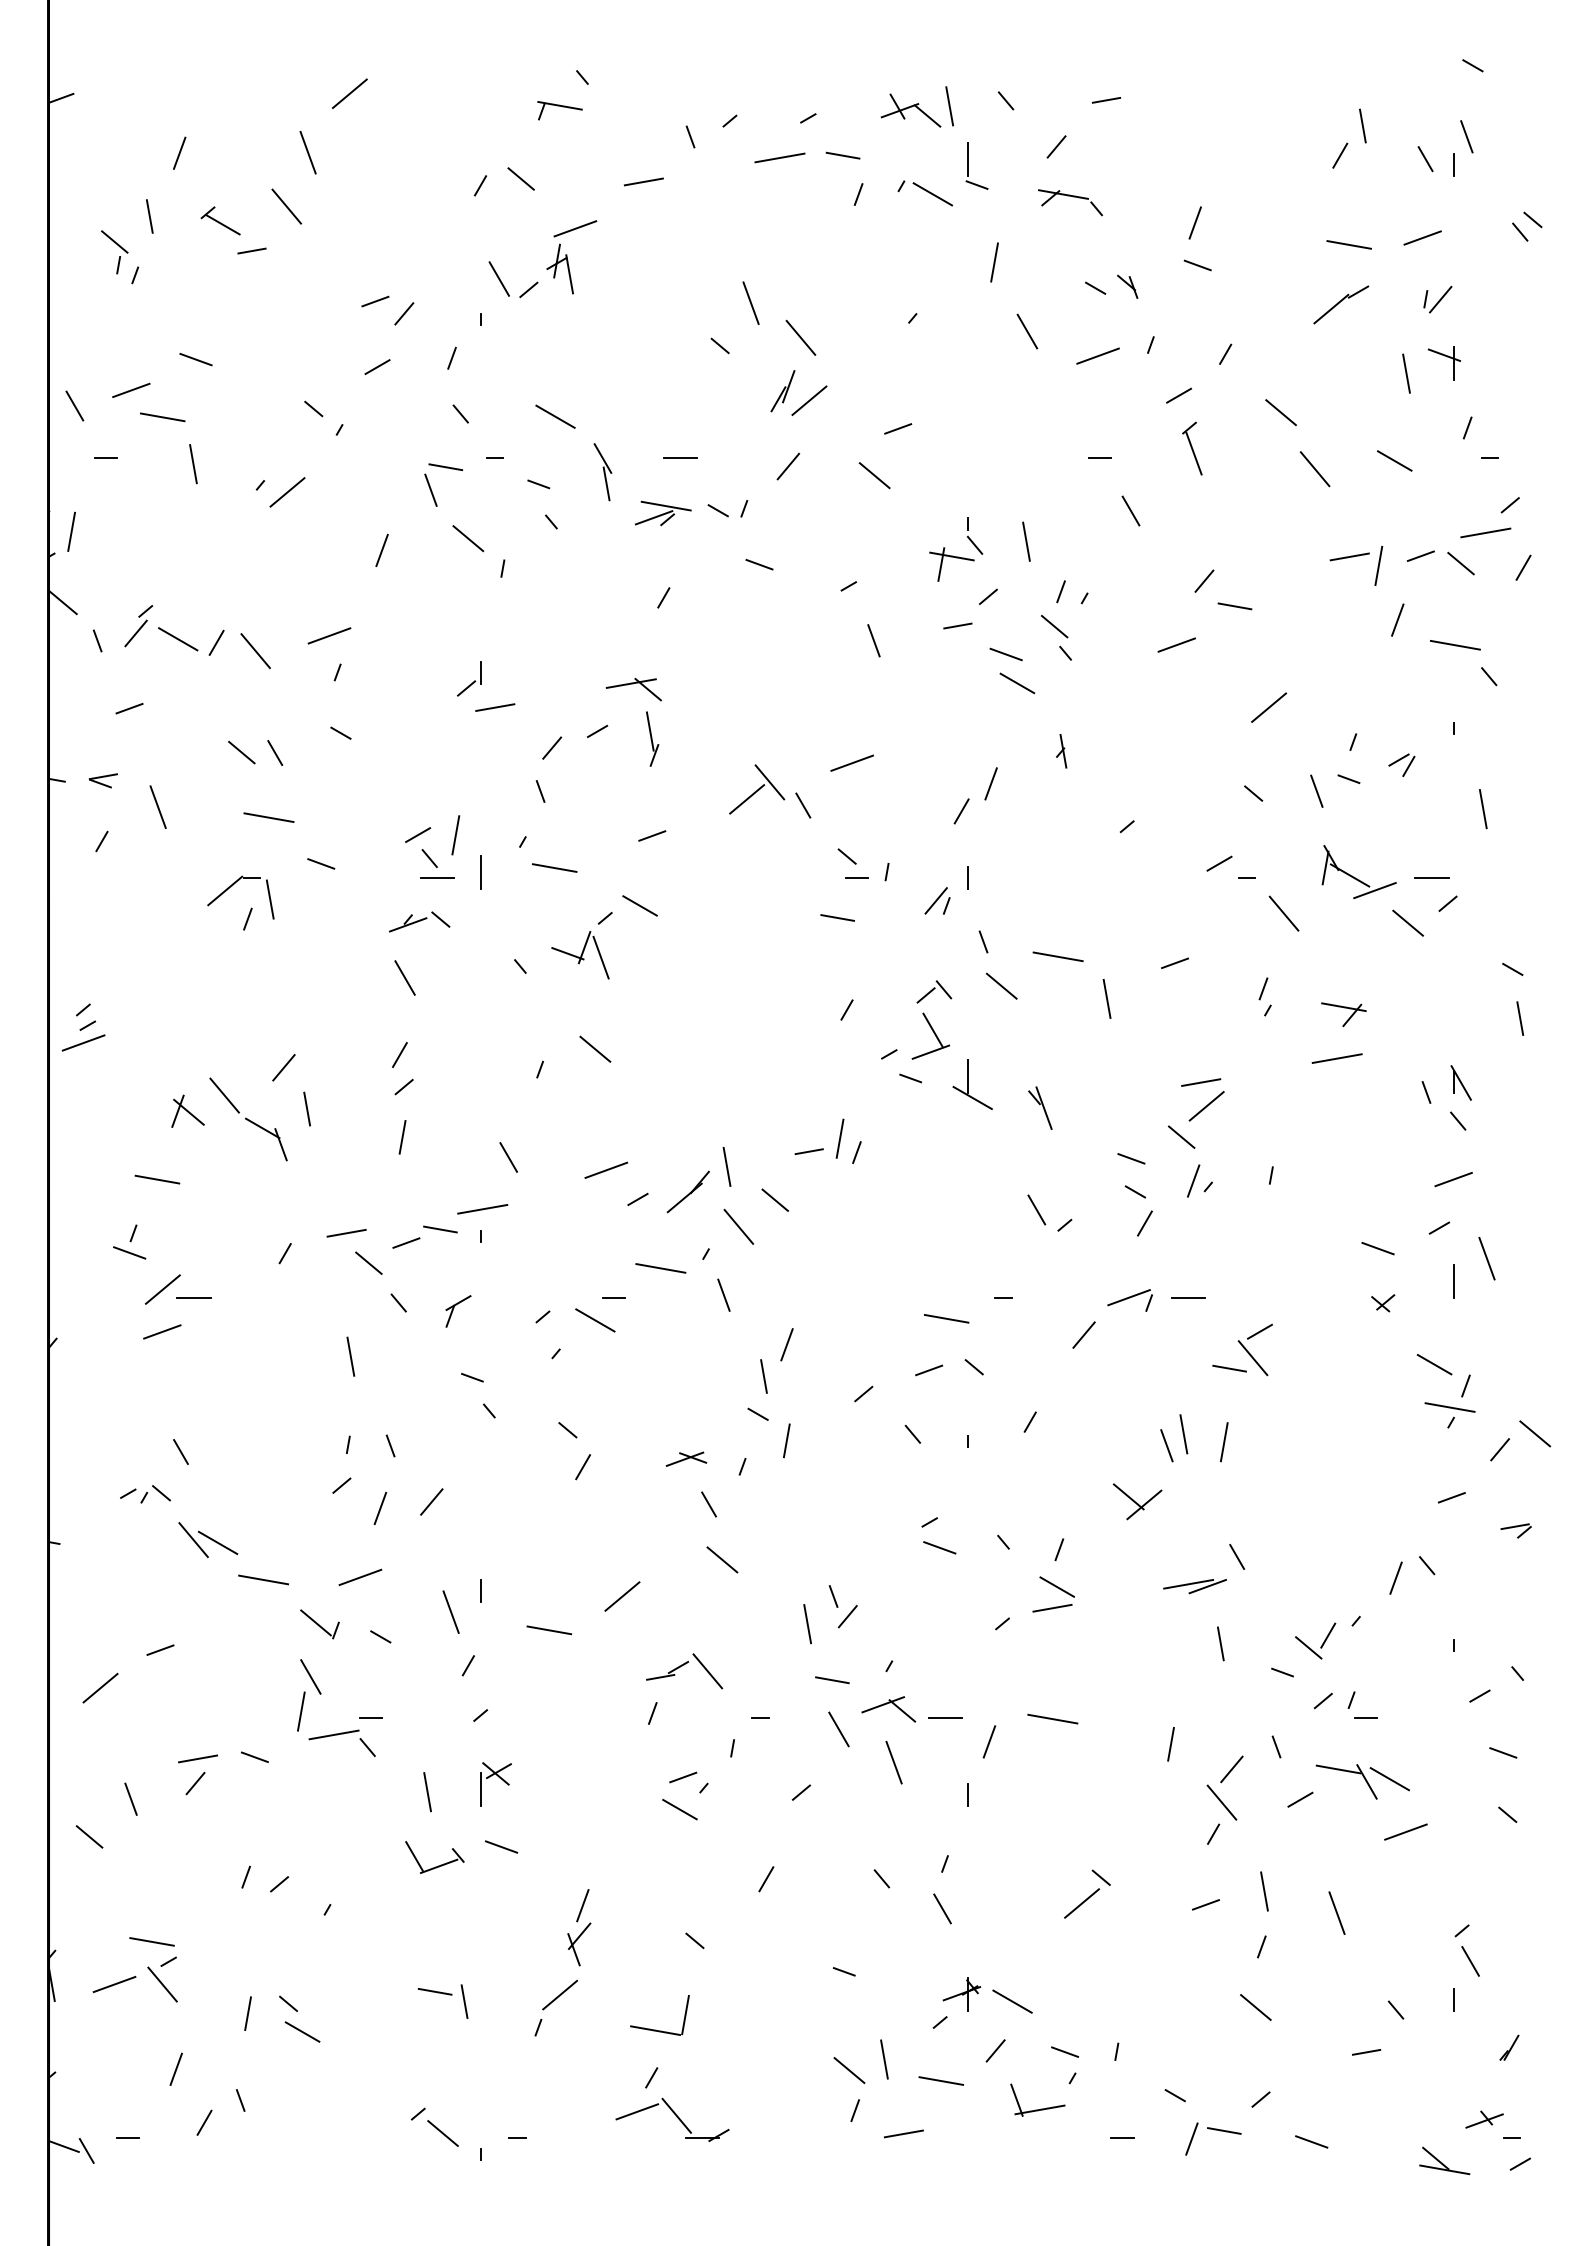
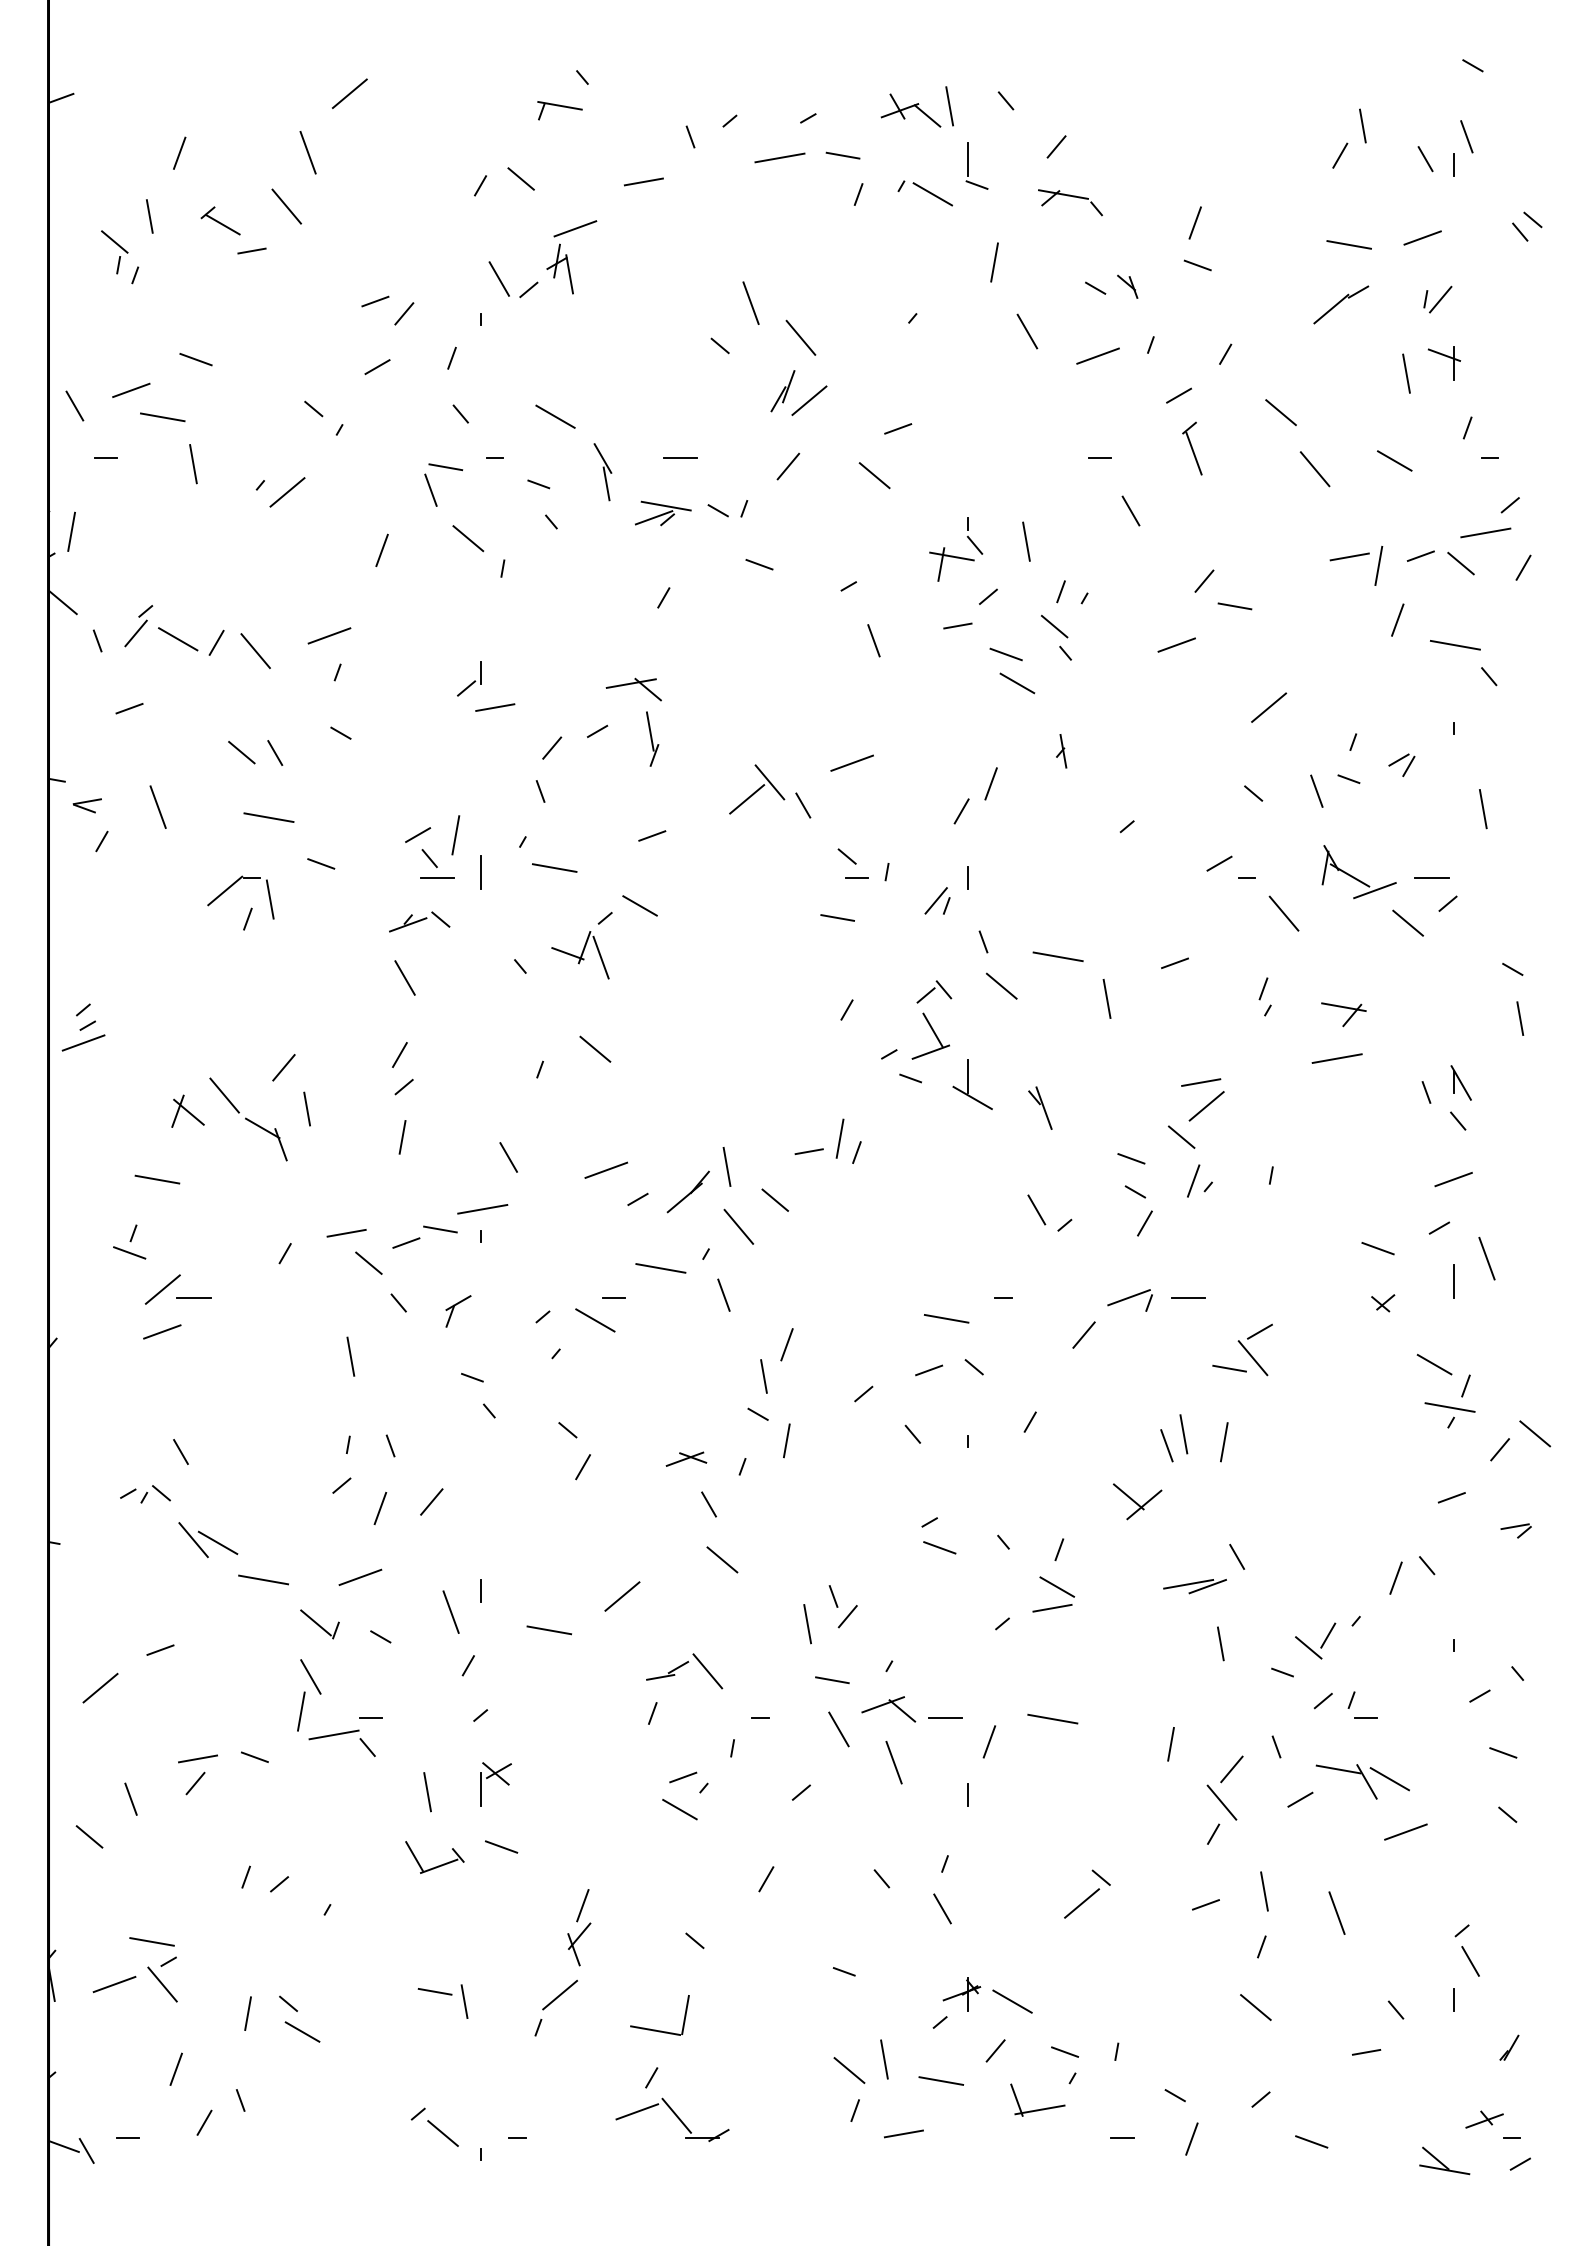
line at (1106, 100): present -> none
part at (102, 780) position: (102, 780) -> (86, 805)
line at (1224, 2130): present -> none
